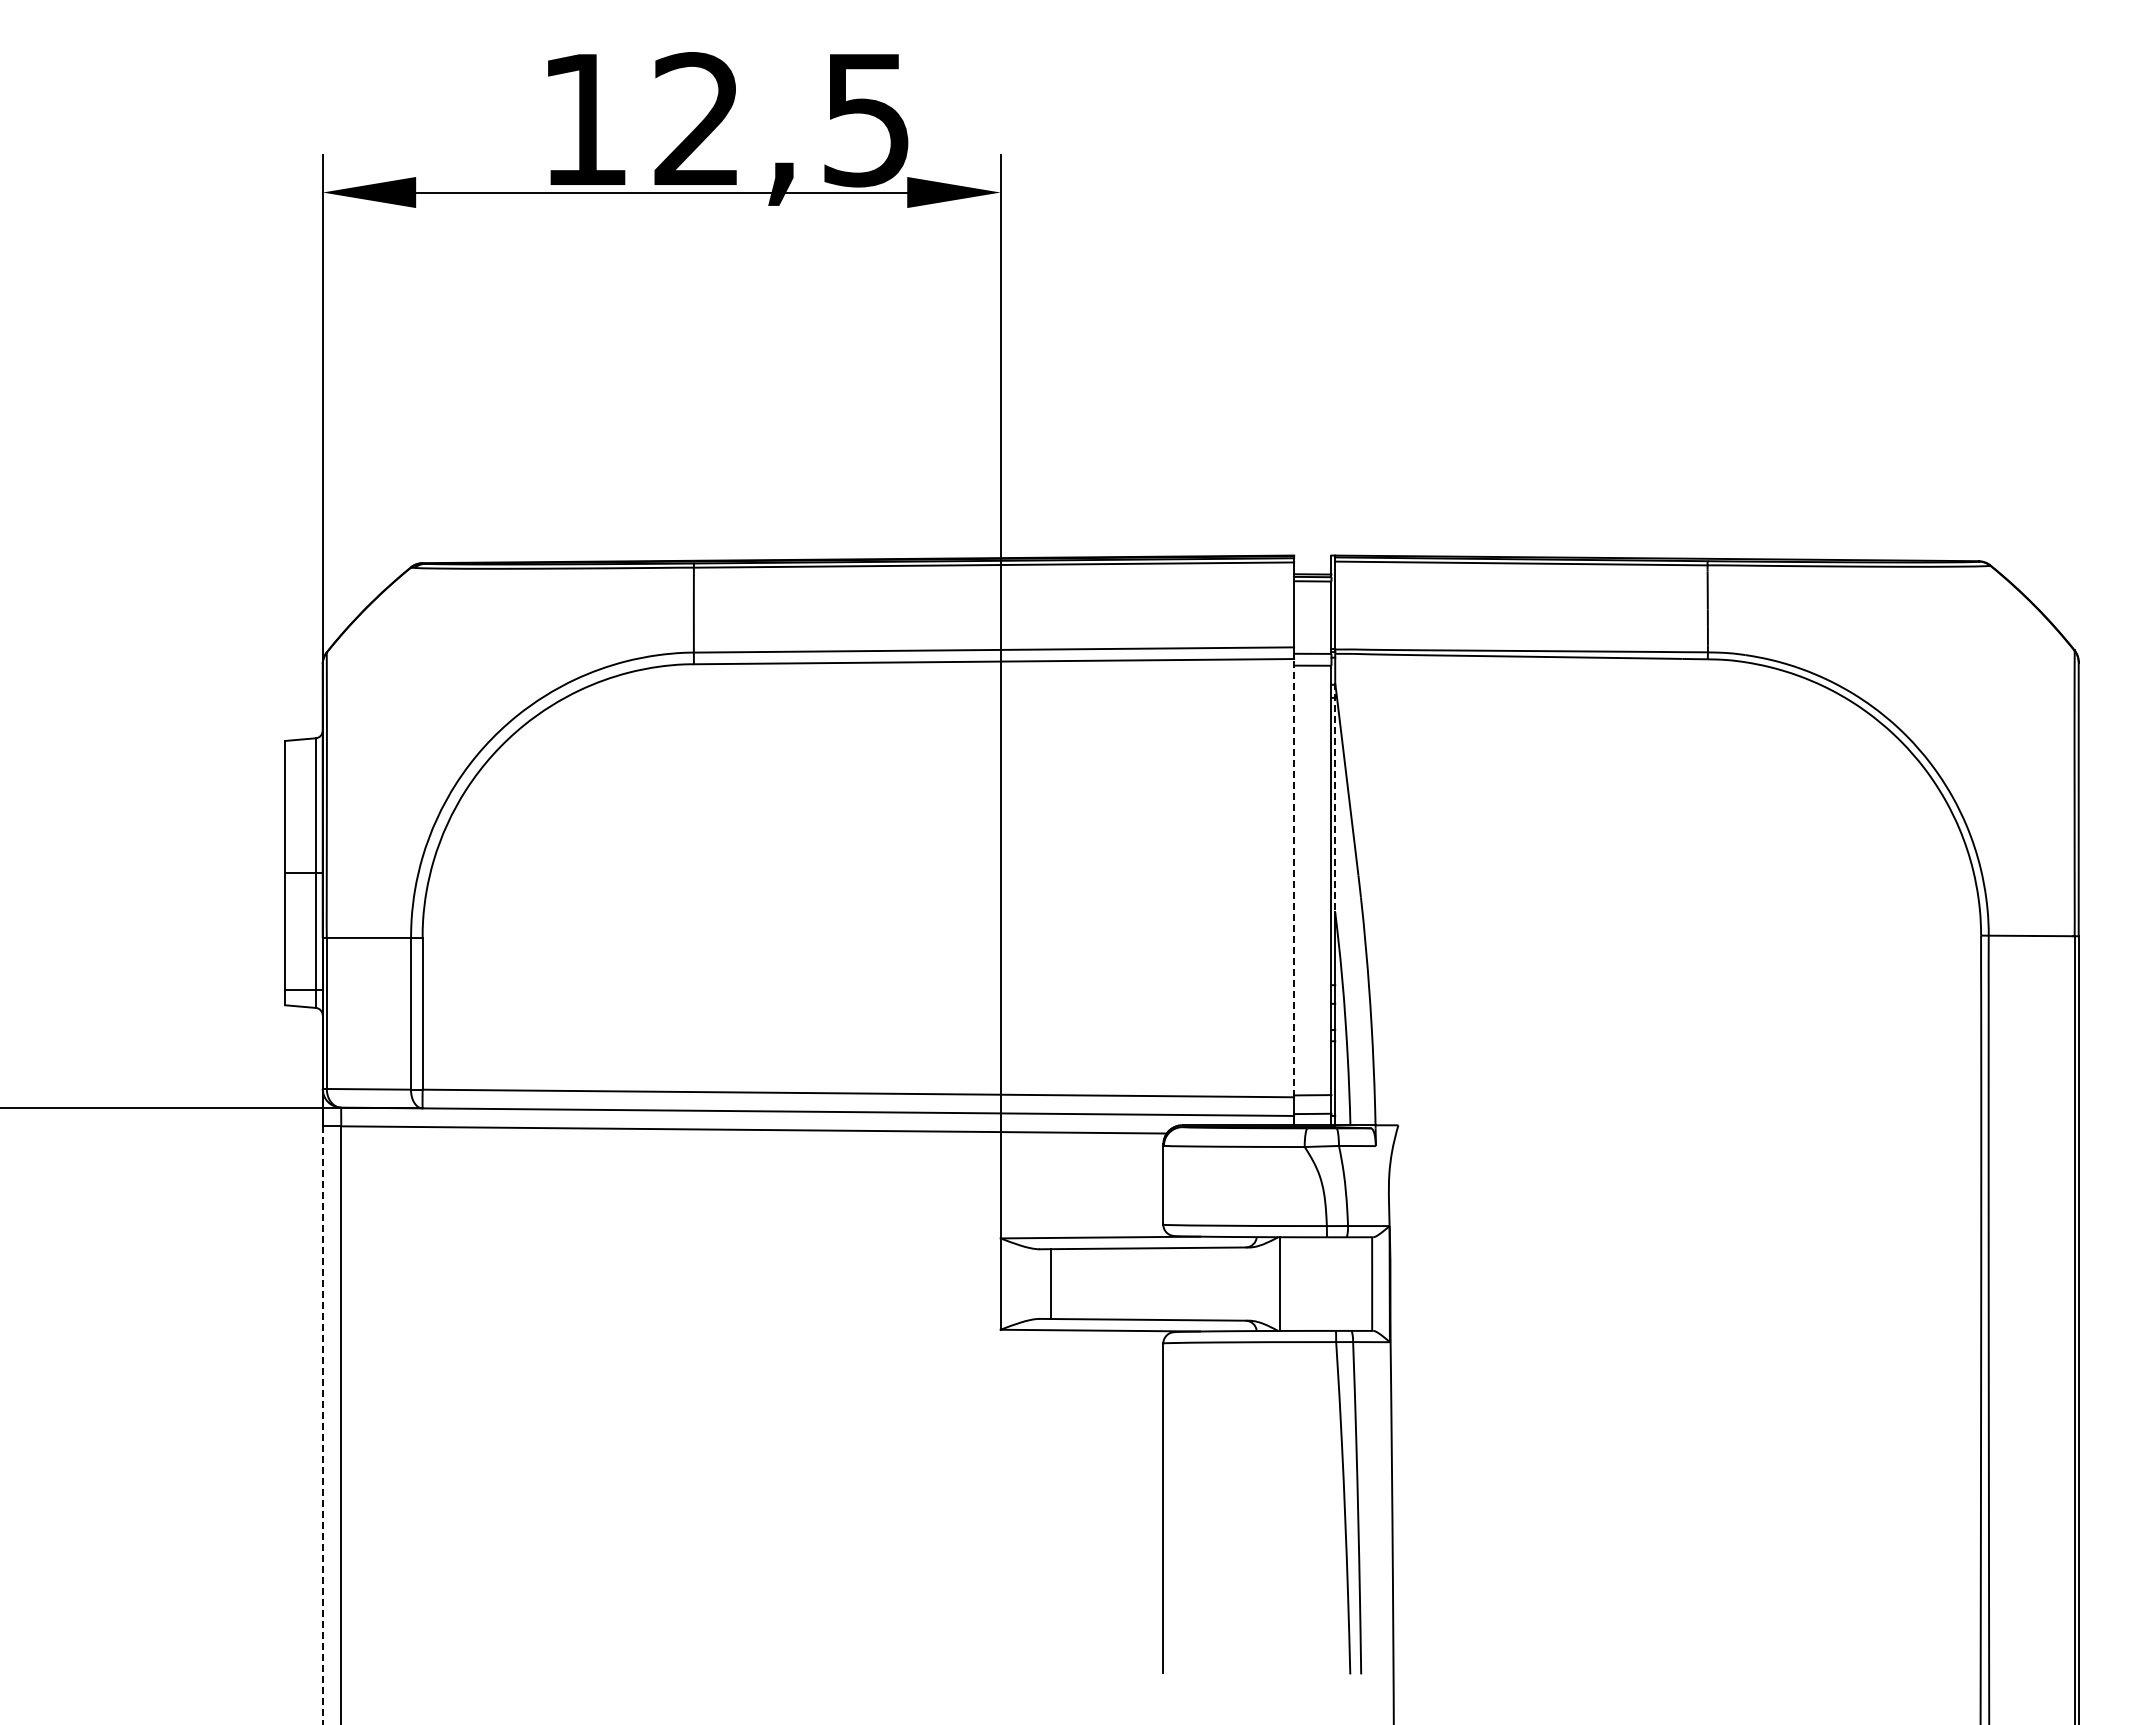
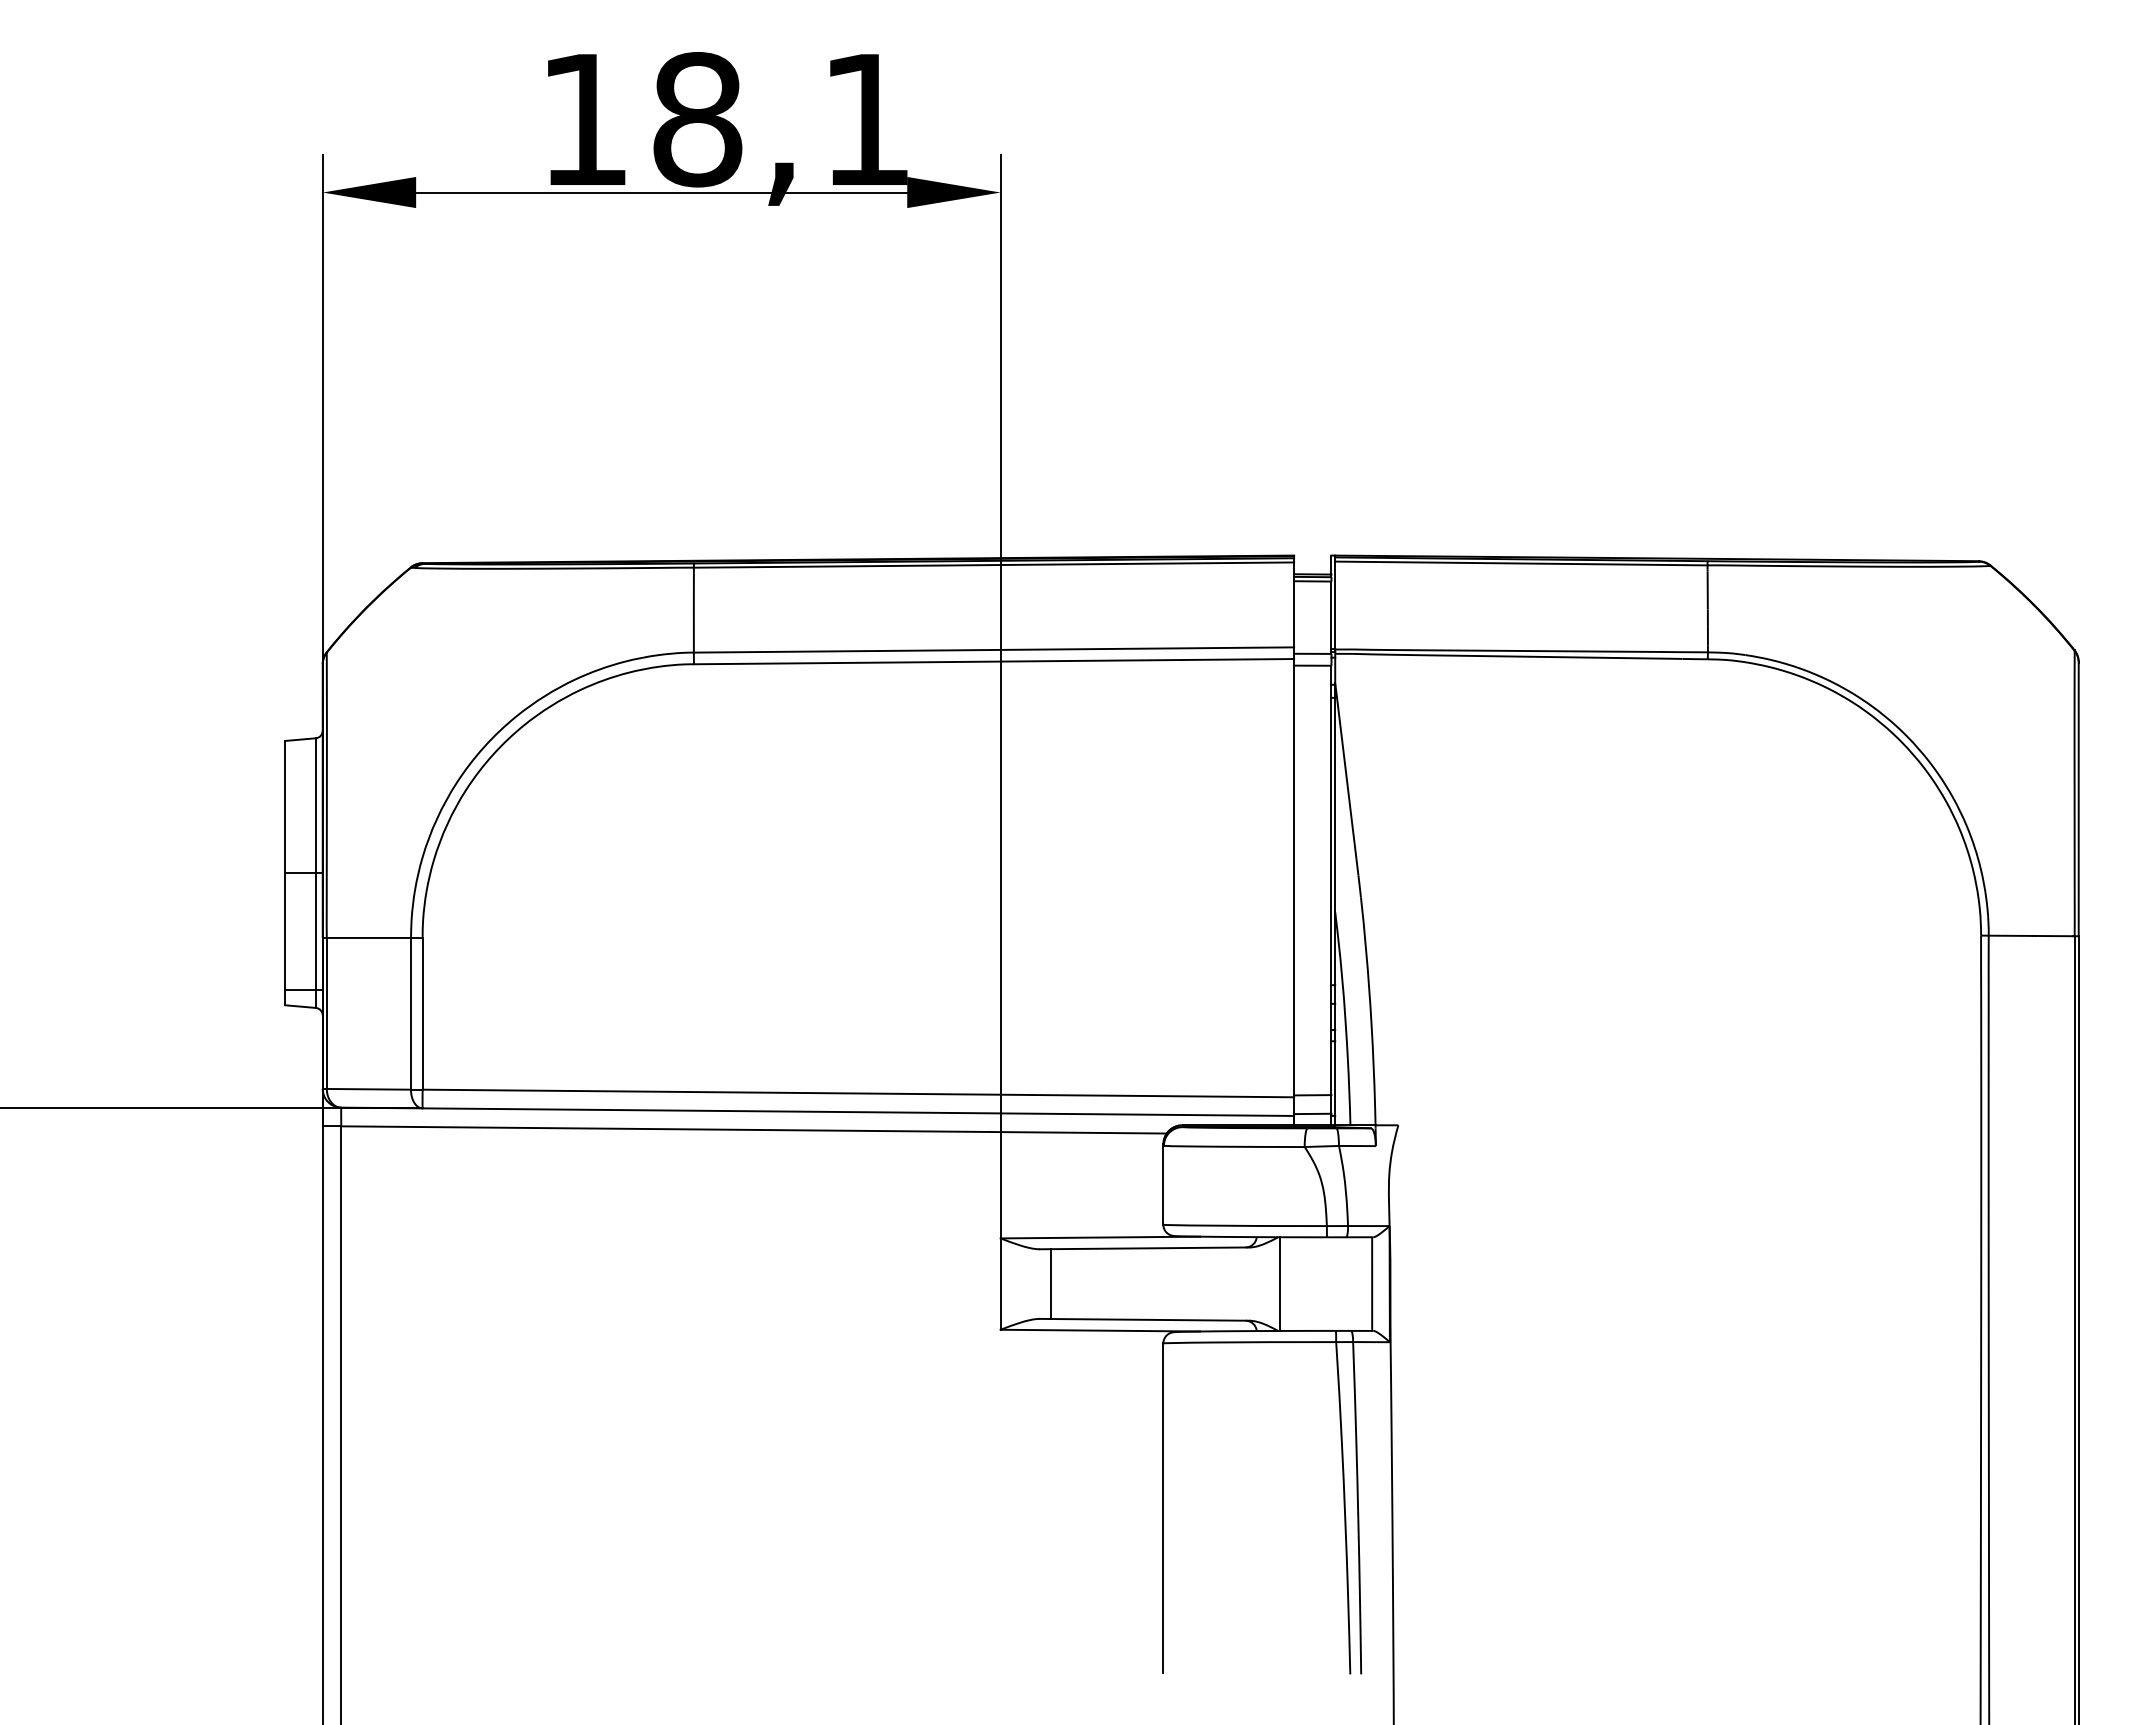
text at (780, 119): 12,5 -> 18,1
line at (1335, 797): dashed -> solid
line at (1294, 877): dashed -> solid
line at (322, 1425): dashed -> solid
